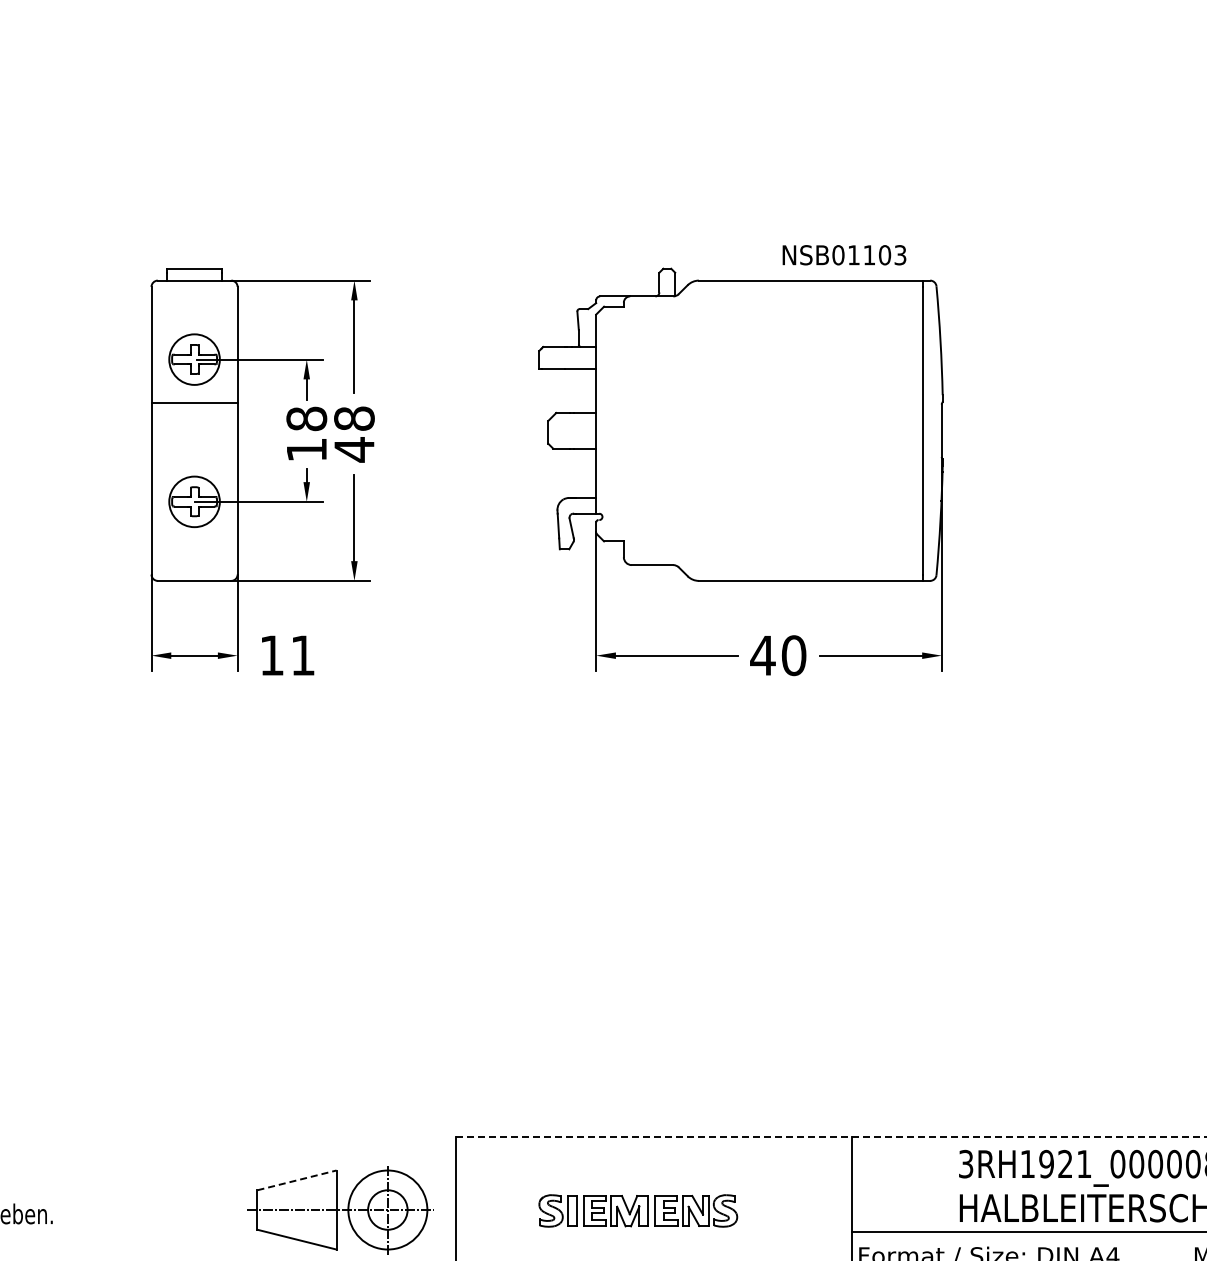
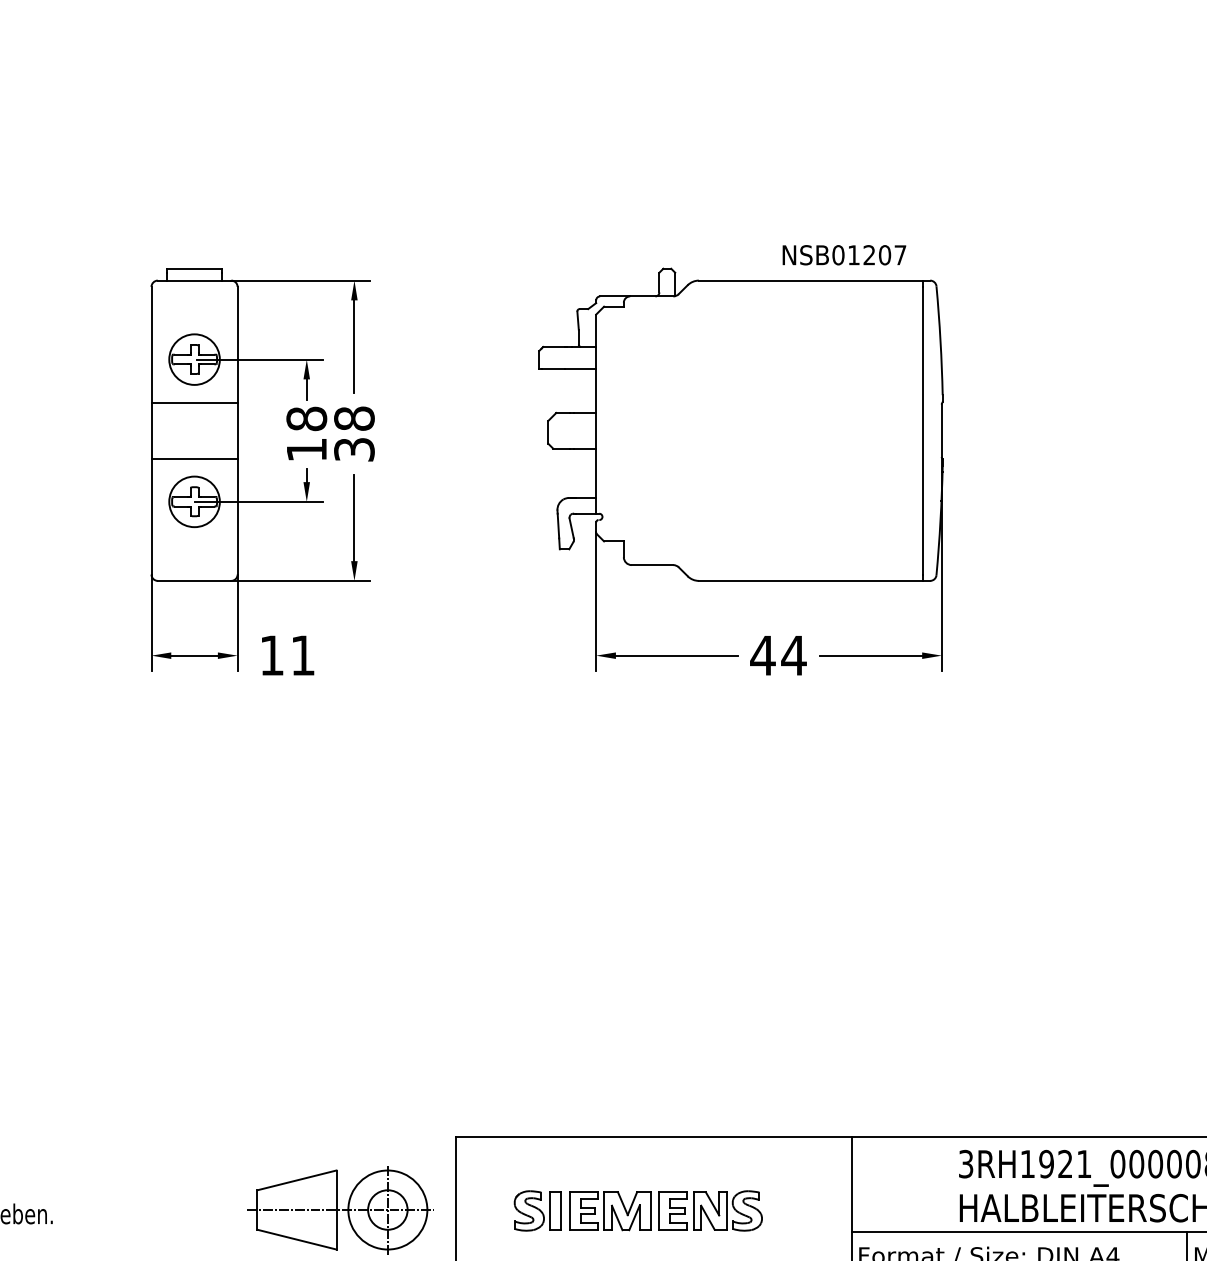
text at (884, 255): NSB01103 -> NSB01207
text at (354, 449): 48 -> 38
line at (194, 458): none -> present
text at (793, 655): 40 -> 44
line at (831, 1137): dashed -> solid
line at (296, 1180): dashed -> solid
part at (638, 1210) size: 201x34 px -> 250x42 px
line at (1187, 1244): none -> present
